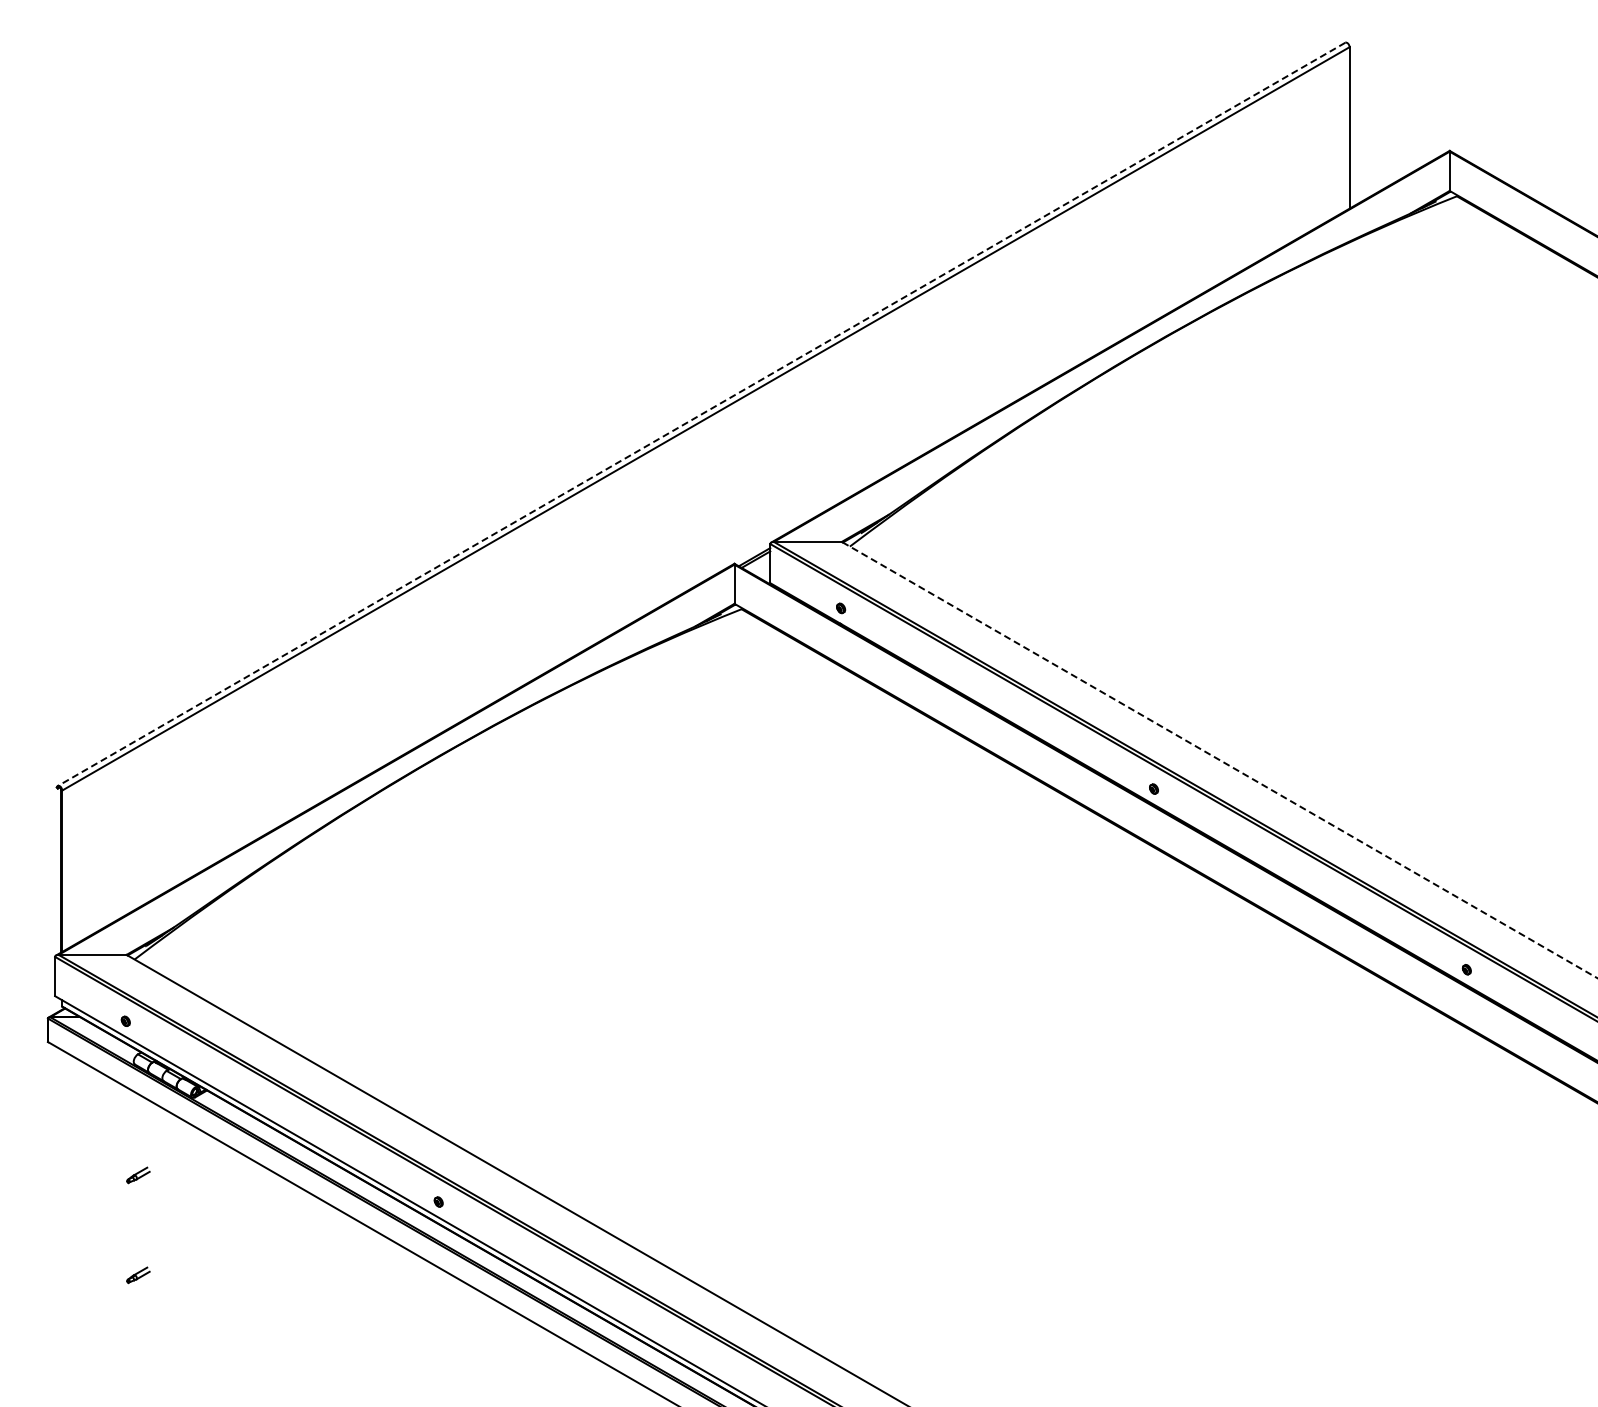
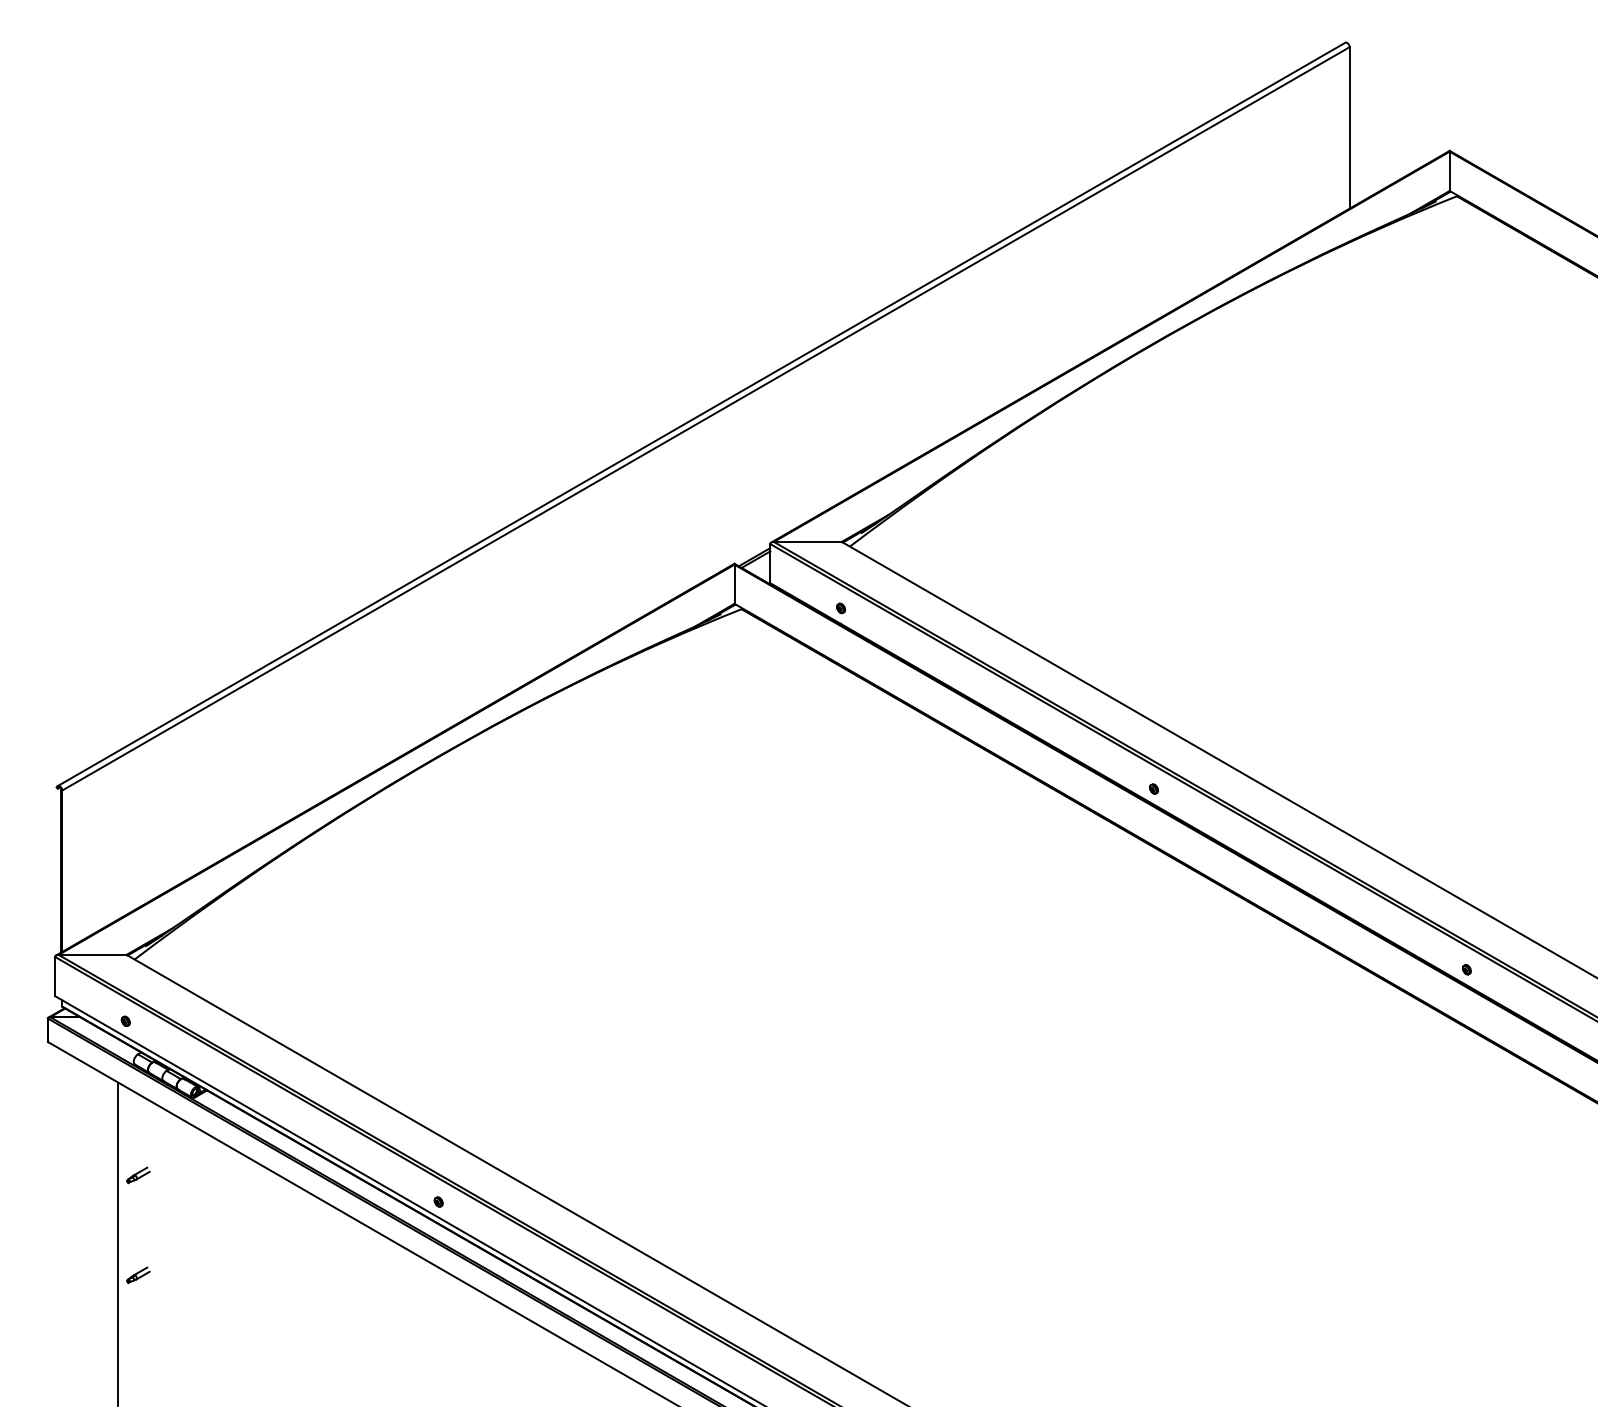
line at (701, 414): dashed -> solid
line at (1219, 759): dashed -> solid
line at (118, 1242): none -> present
